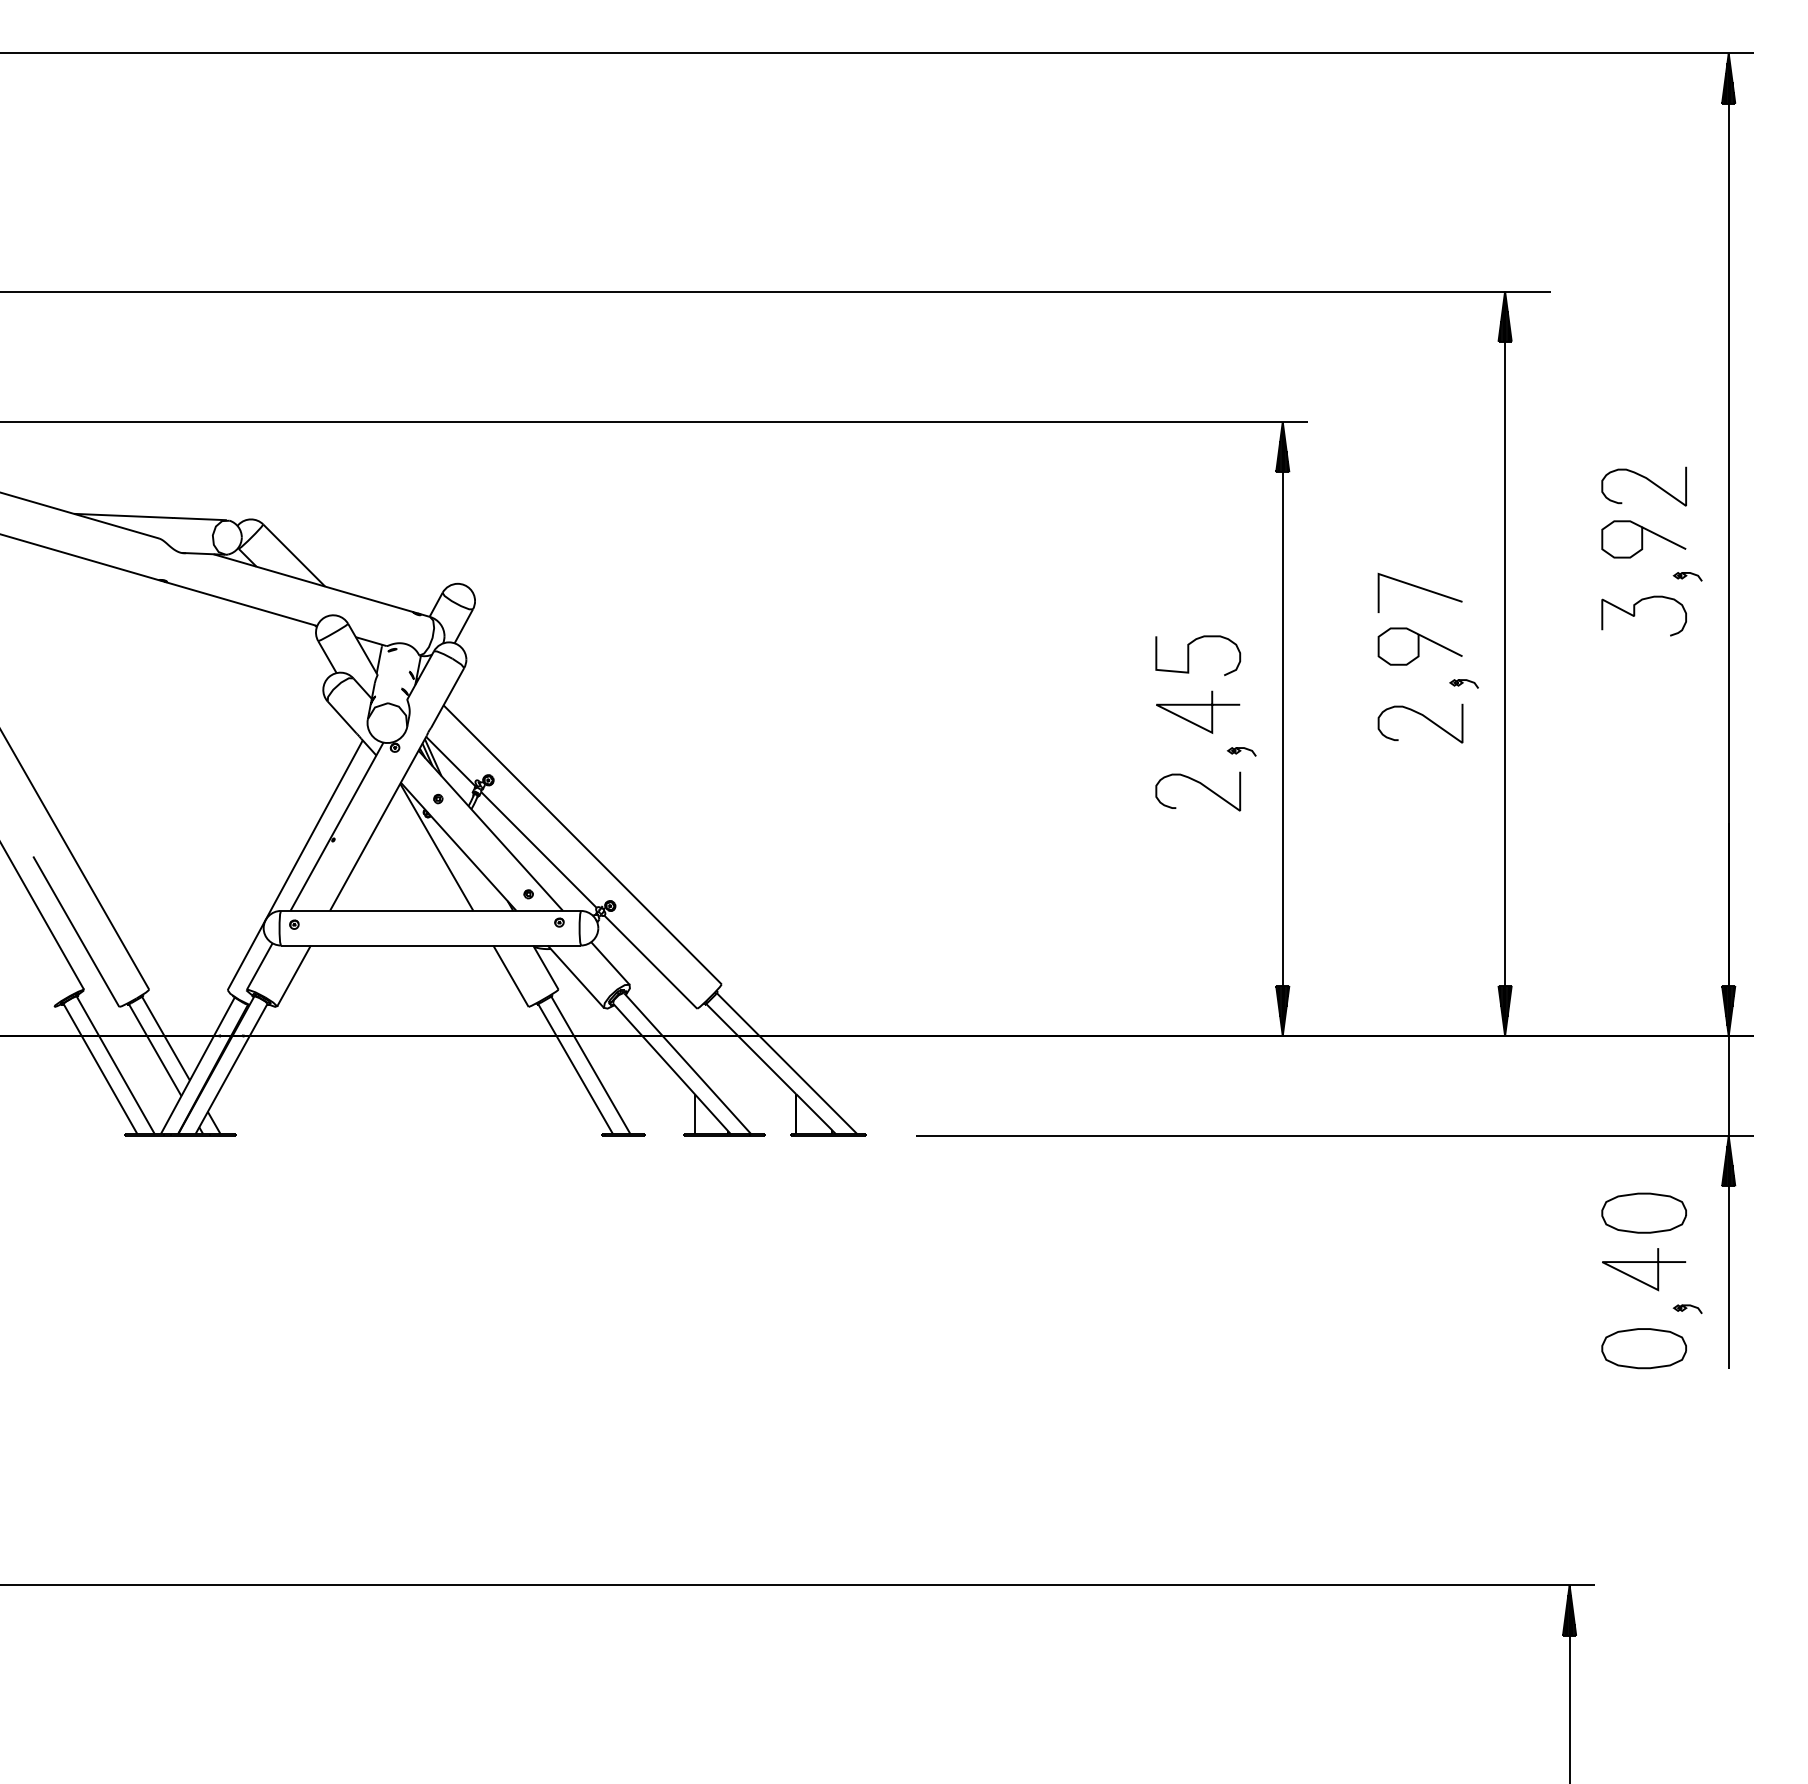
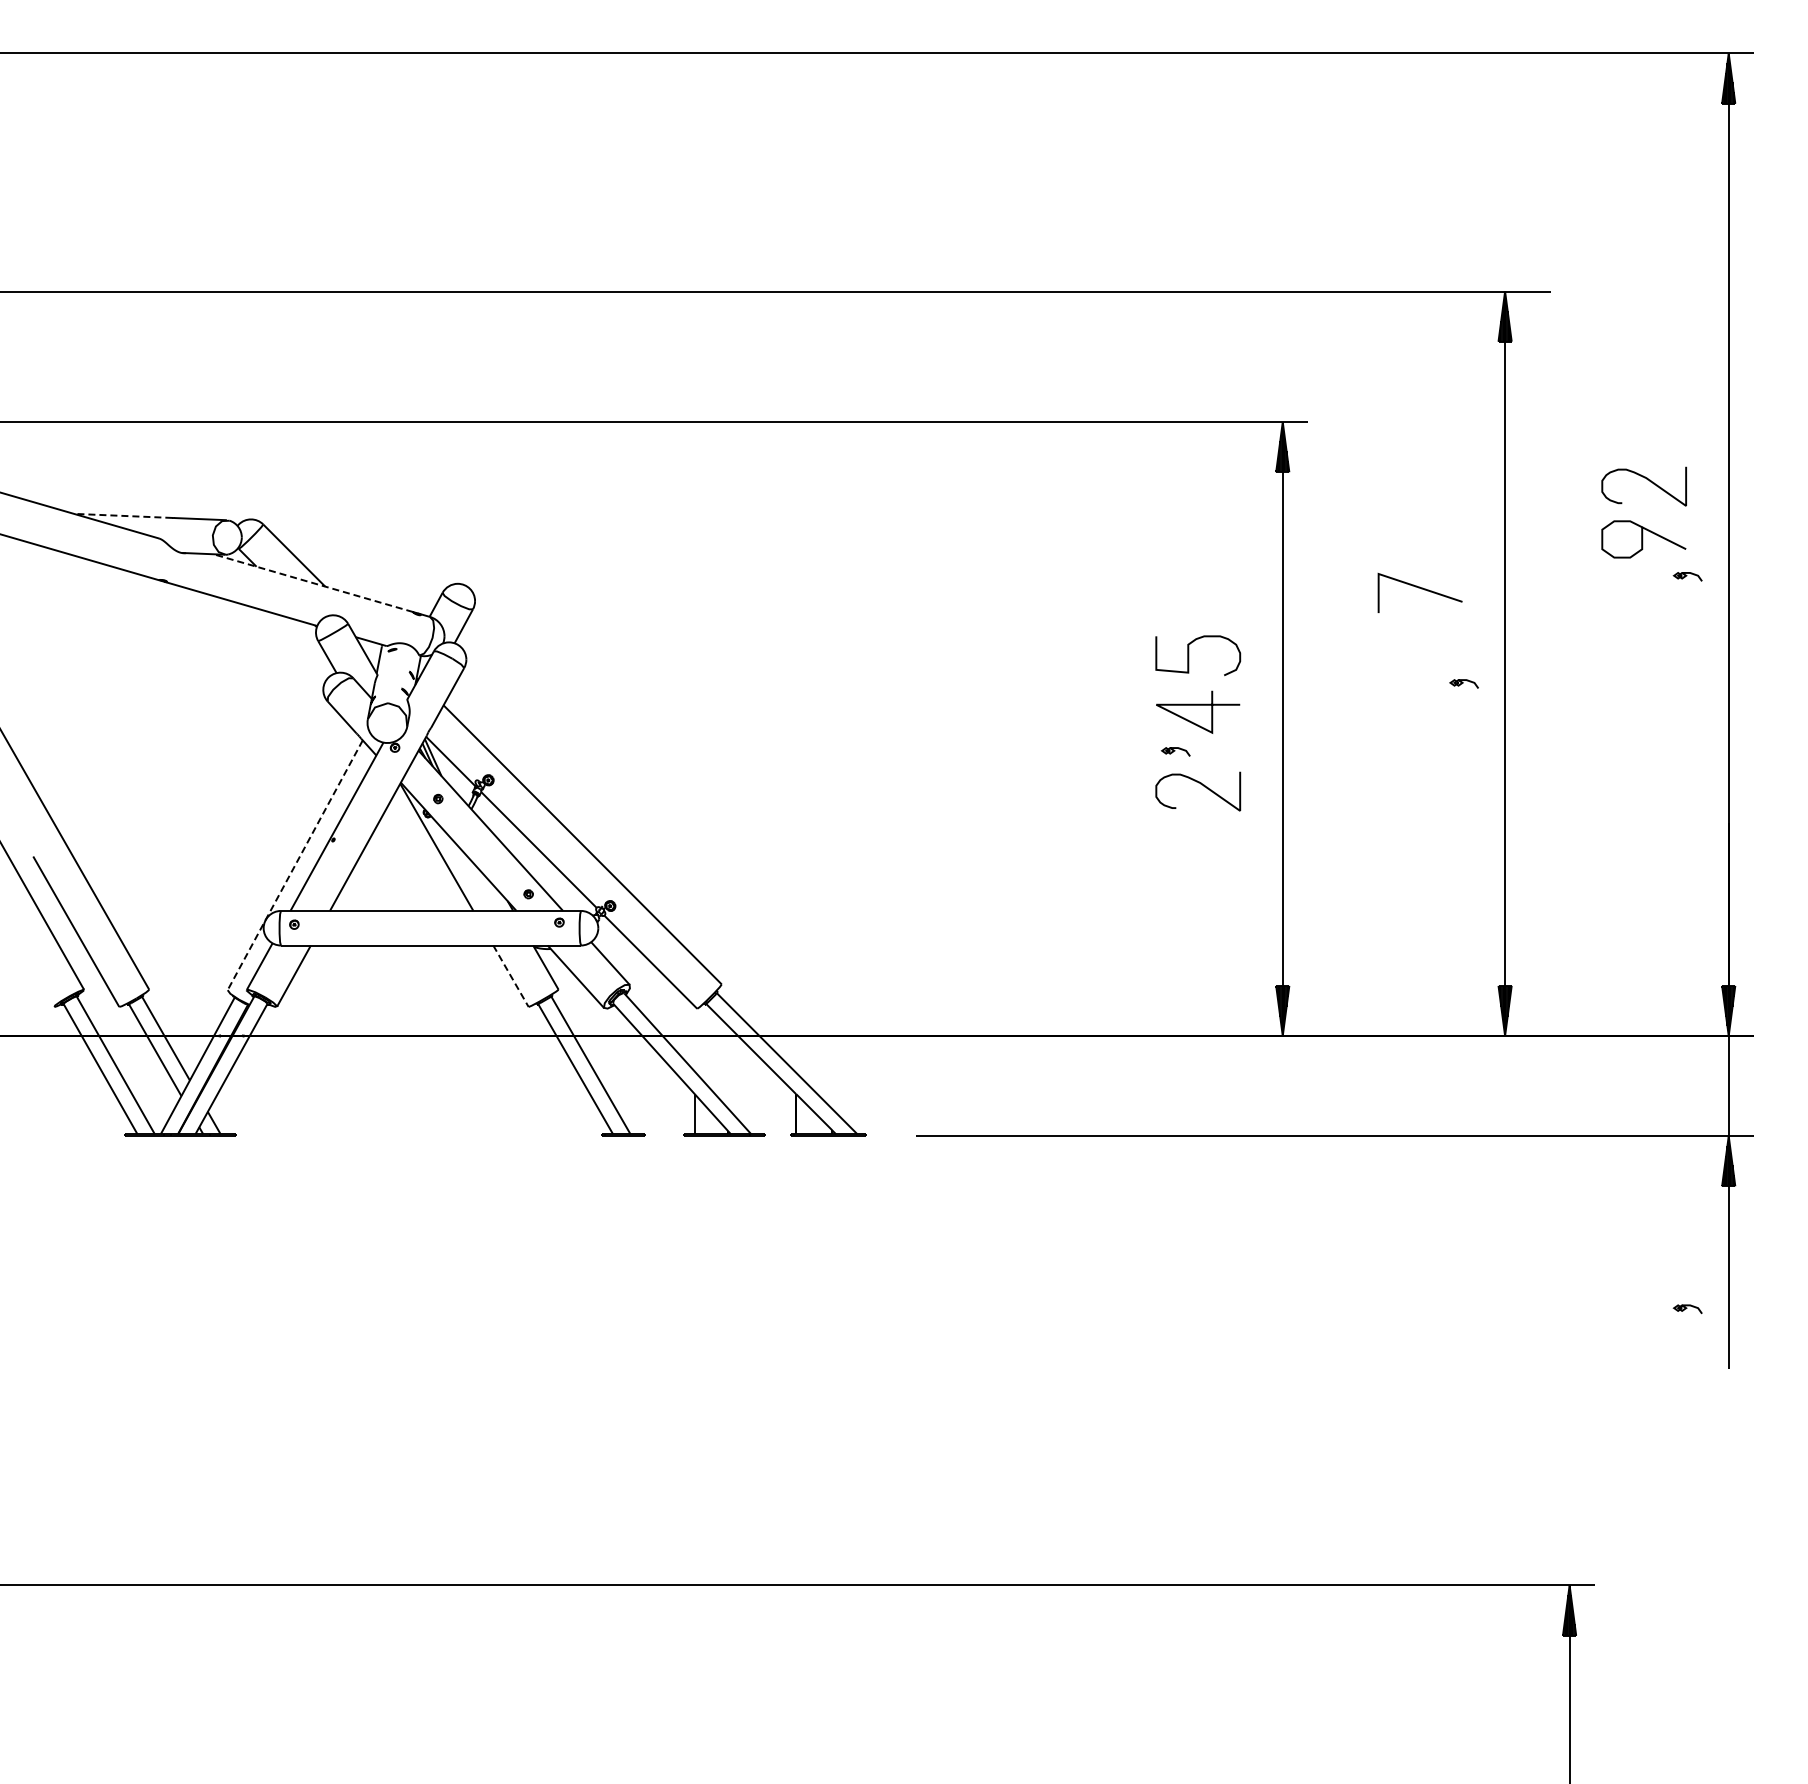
line at (122, 515): solid -> dashed
line at (313, 583): solid -> dashed
curve at (1635, 615): present -> none
curve at (1419, 646): present -> none
curve at (1425, 718): present -> none
part at (1241, 751) position: (1241, 751) -> (1175, 751)
line at (295, 865): solid -> dashed
line at (511, 976): solid -> dashed
part at (1643, 1212): present -> none
line at (1644, 1262): present -> none
part at (1643, 1348): present -> none
